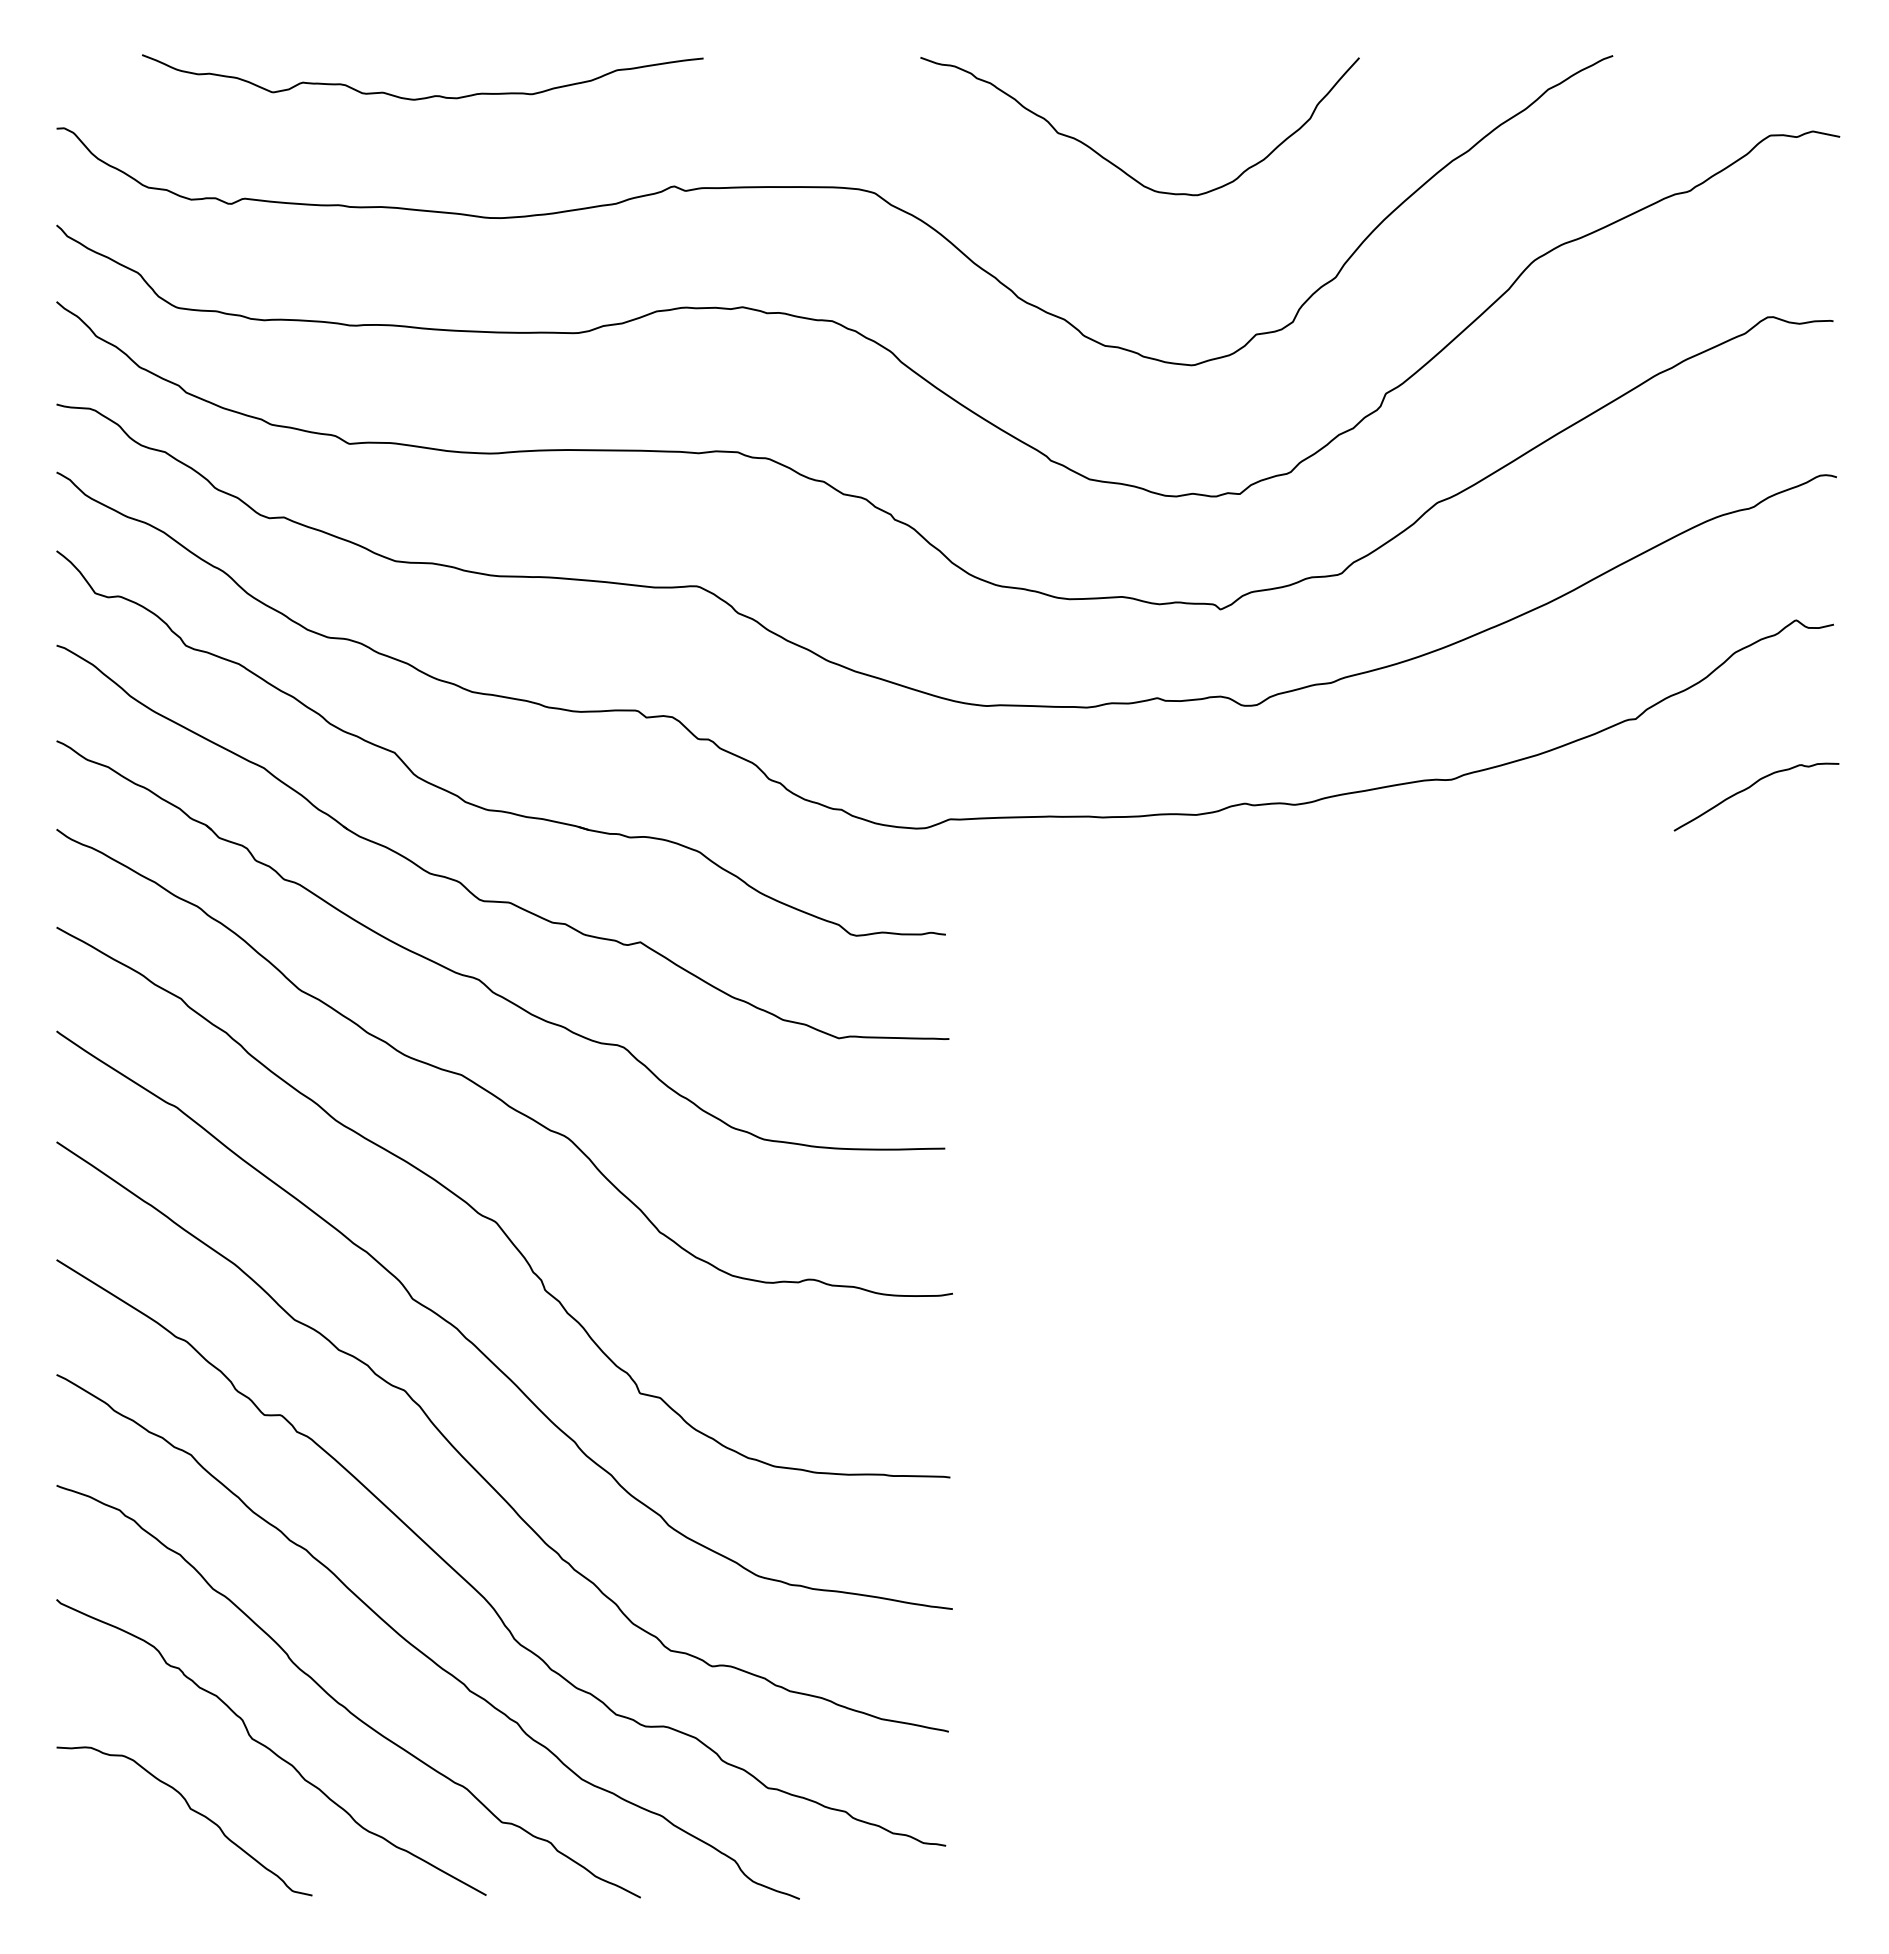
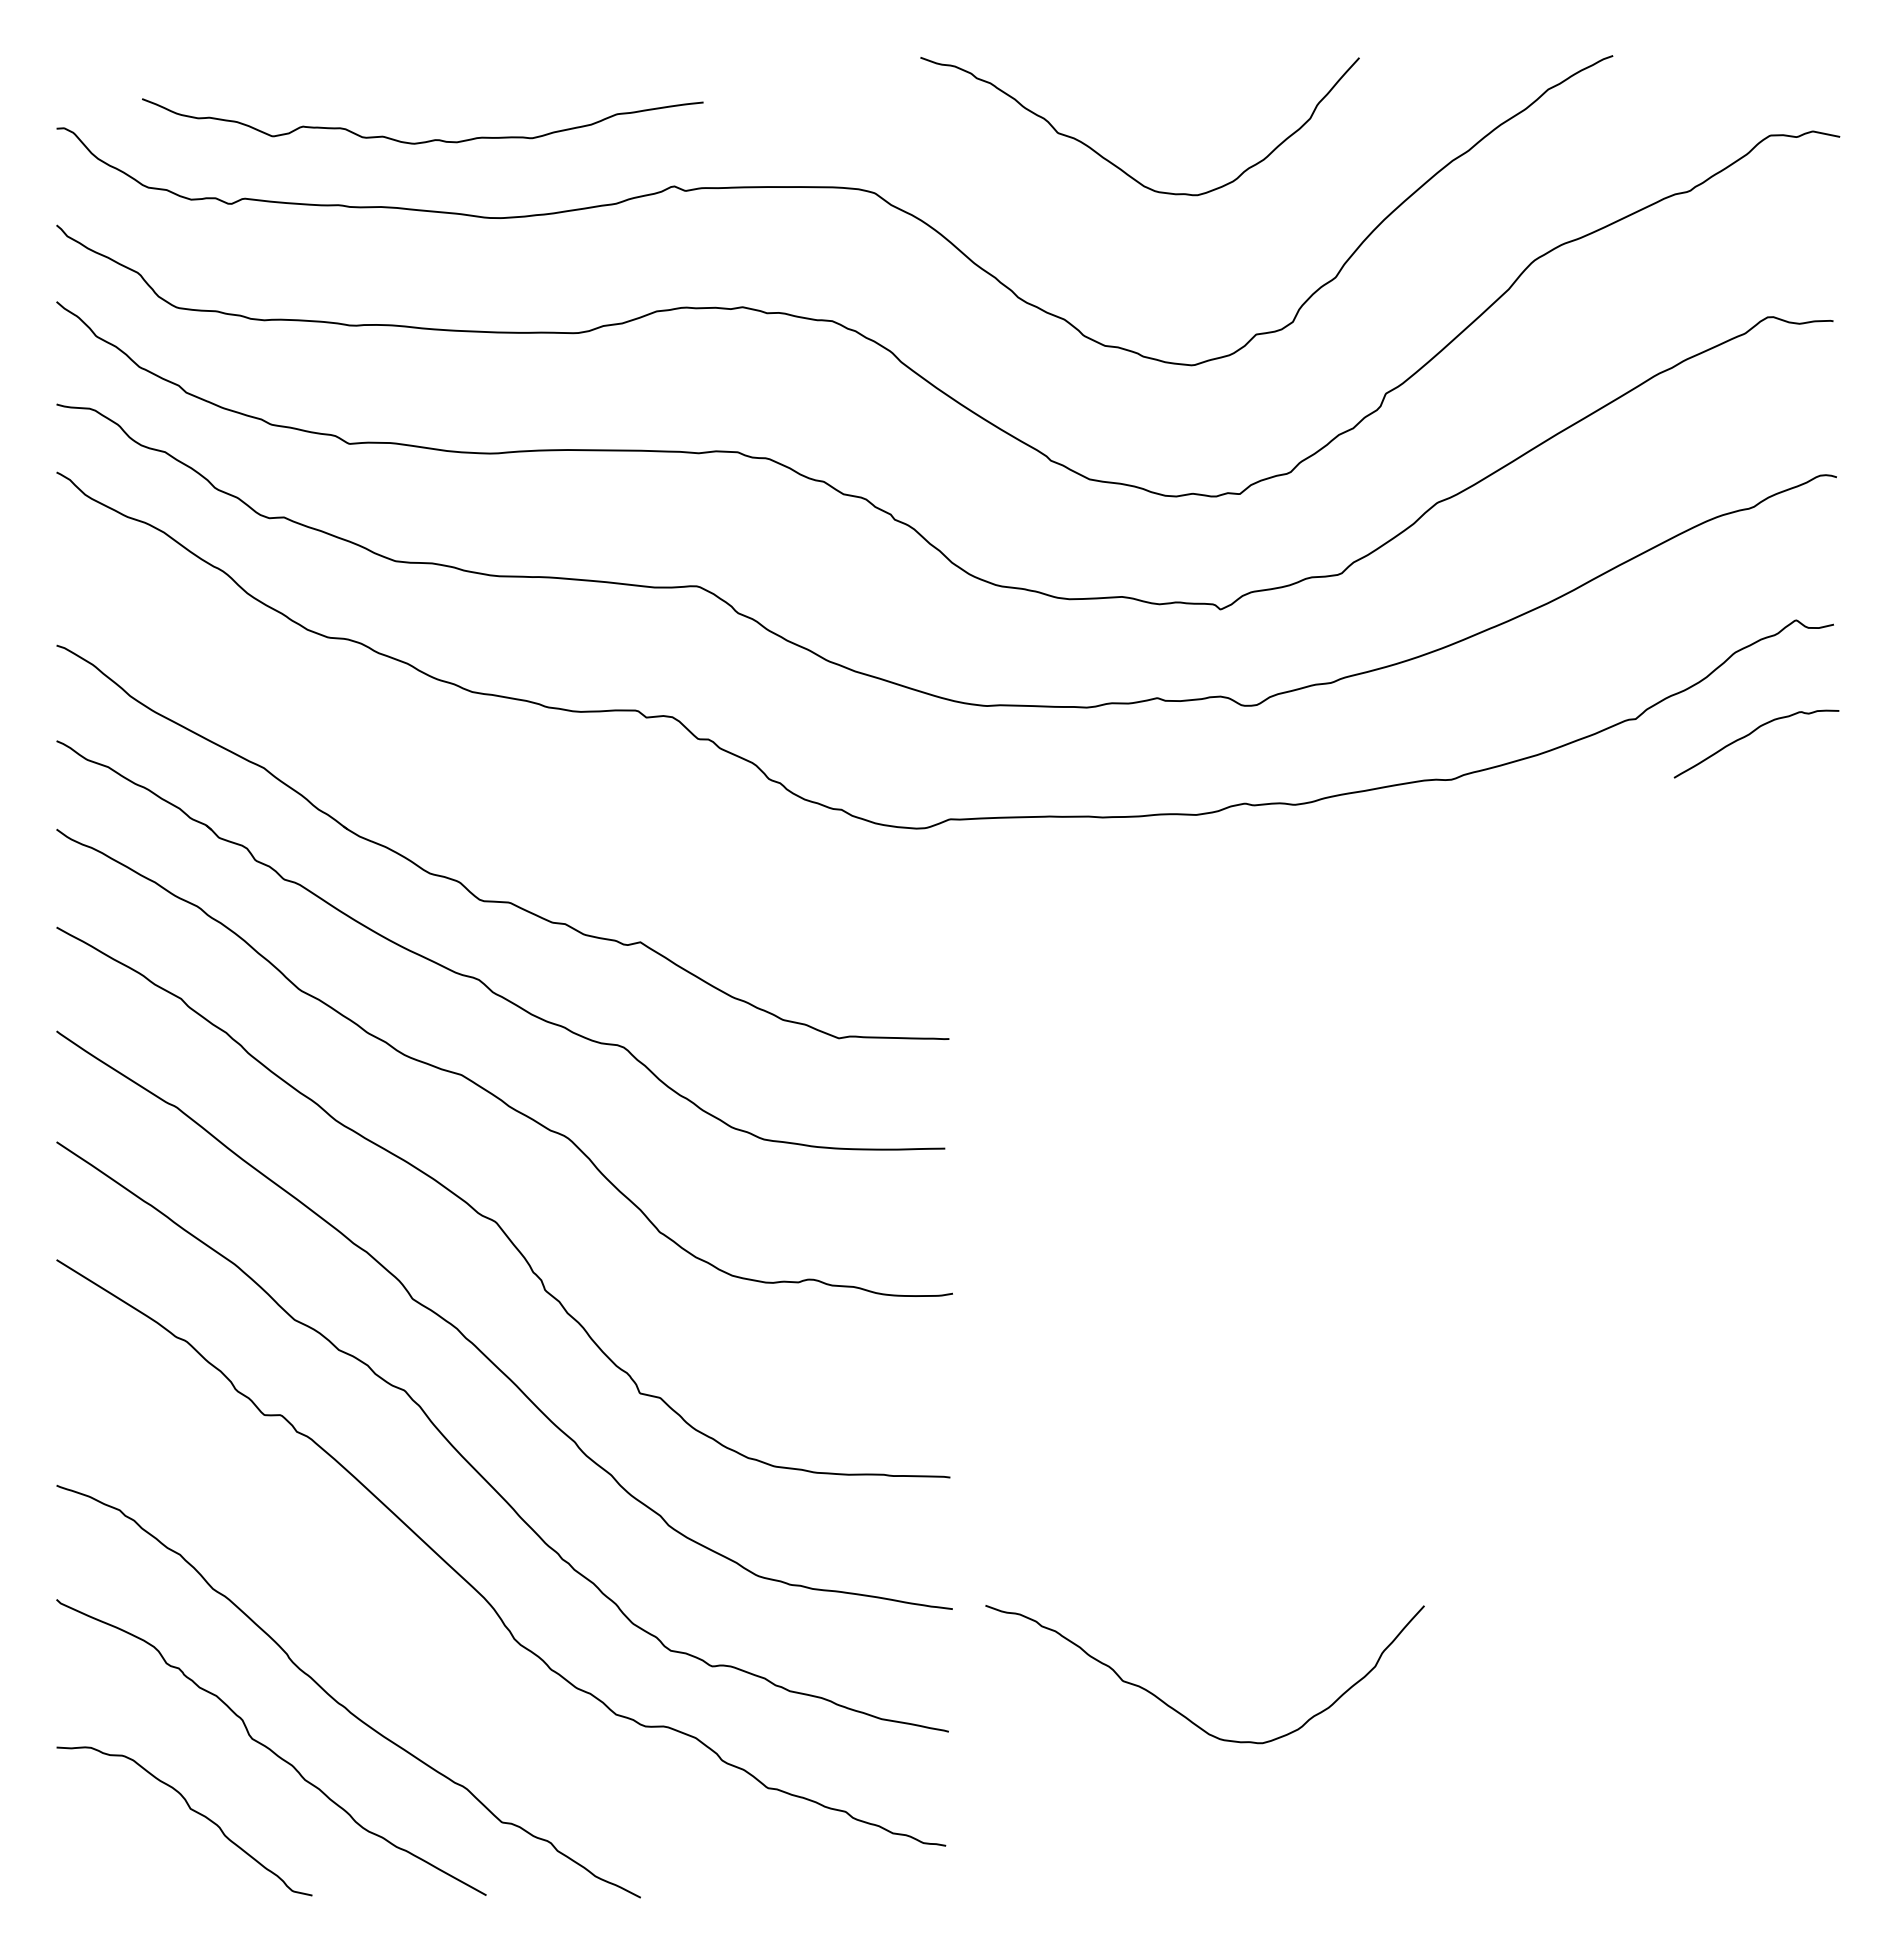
curve at (427, 96) position: (427, 96) -> (427, 140)
curve at (1749, 788) position: (1749, 788) -> (1749, 735)
part at (478, 805): present -> none
curve at (418, 1648): present -> none
curve at (1180, 1712): none -> present
